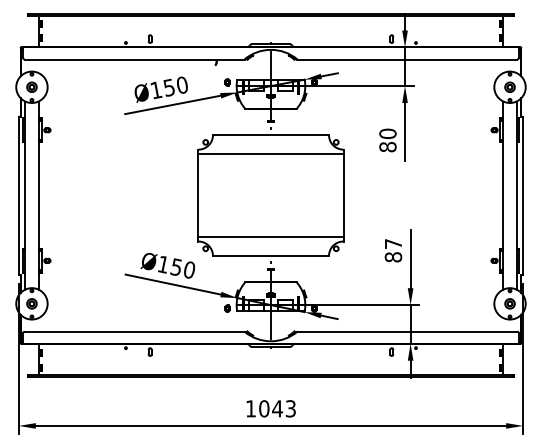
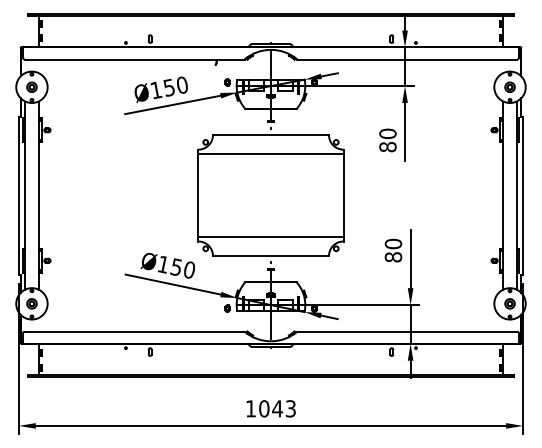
text at (393, 243): 87 -> 80
